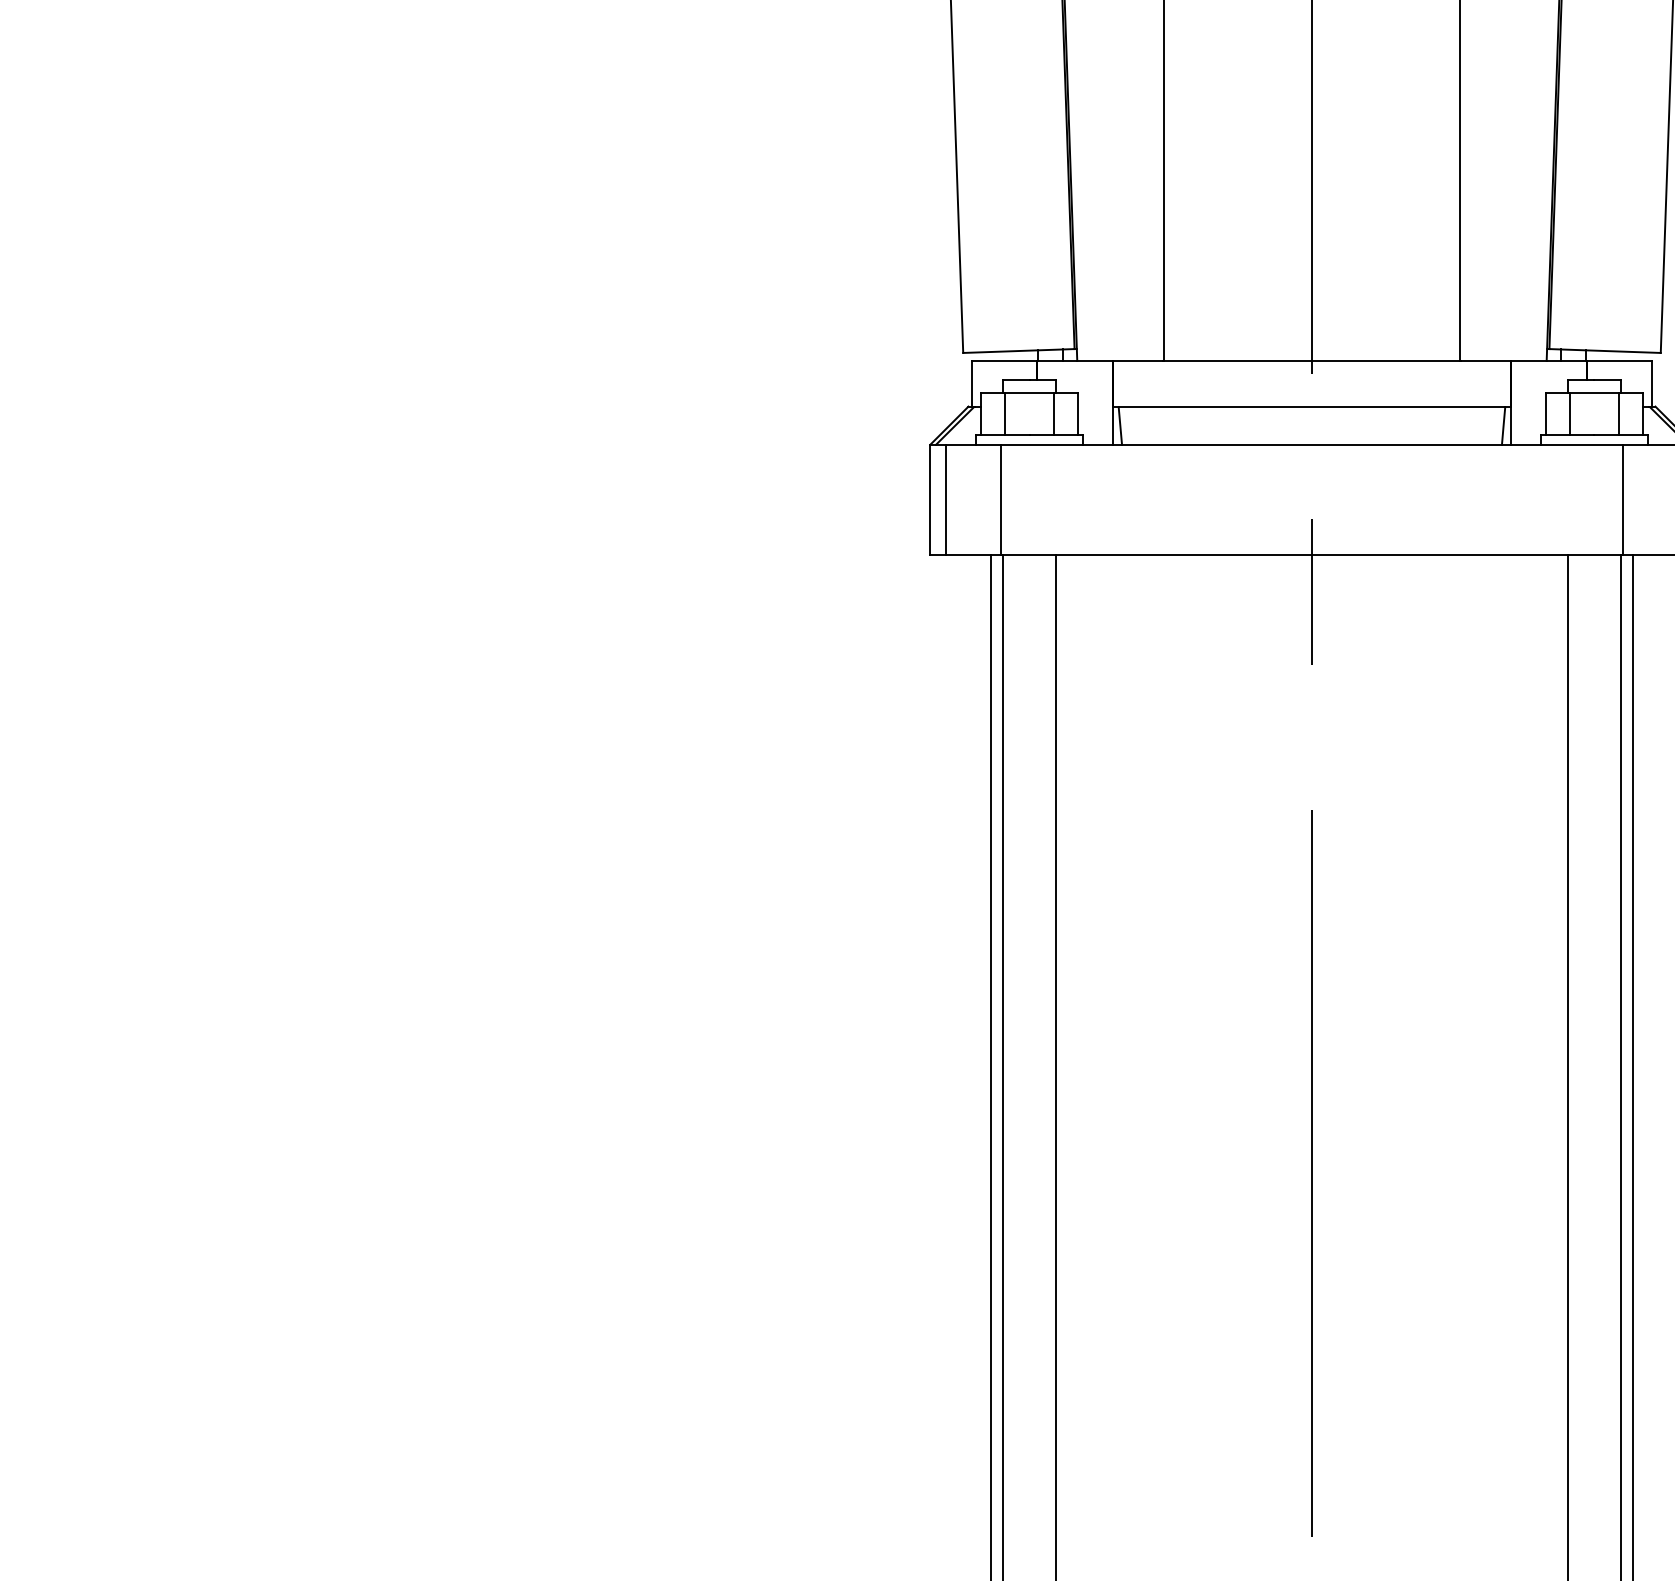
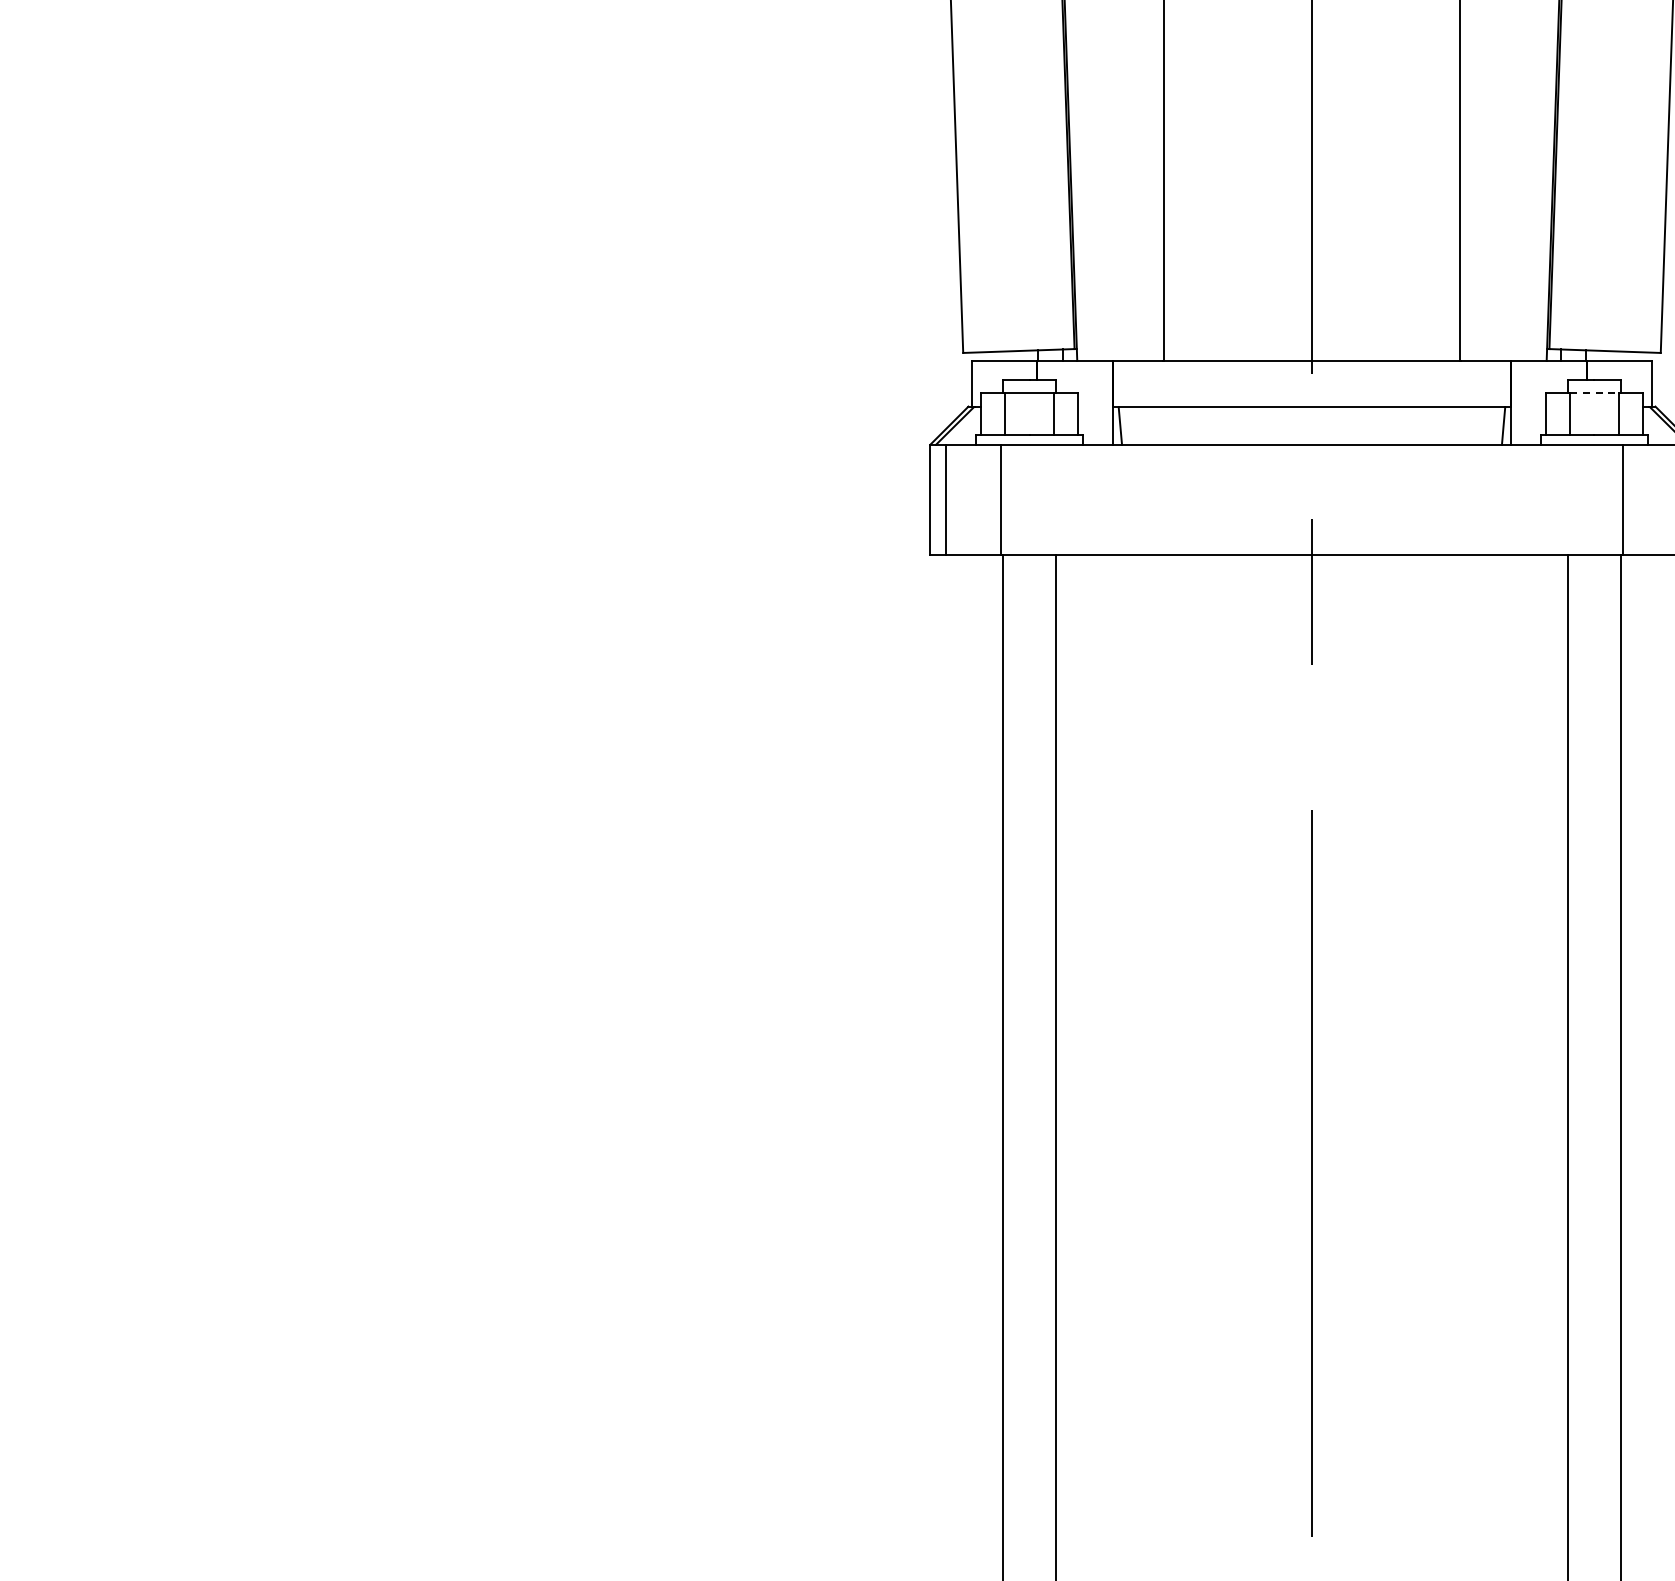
line at (1594, 393): solid -> dashed
line at (991, 1066): present -> none
line at (1632, 1066): present -> none
